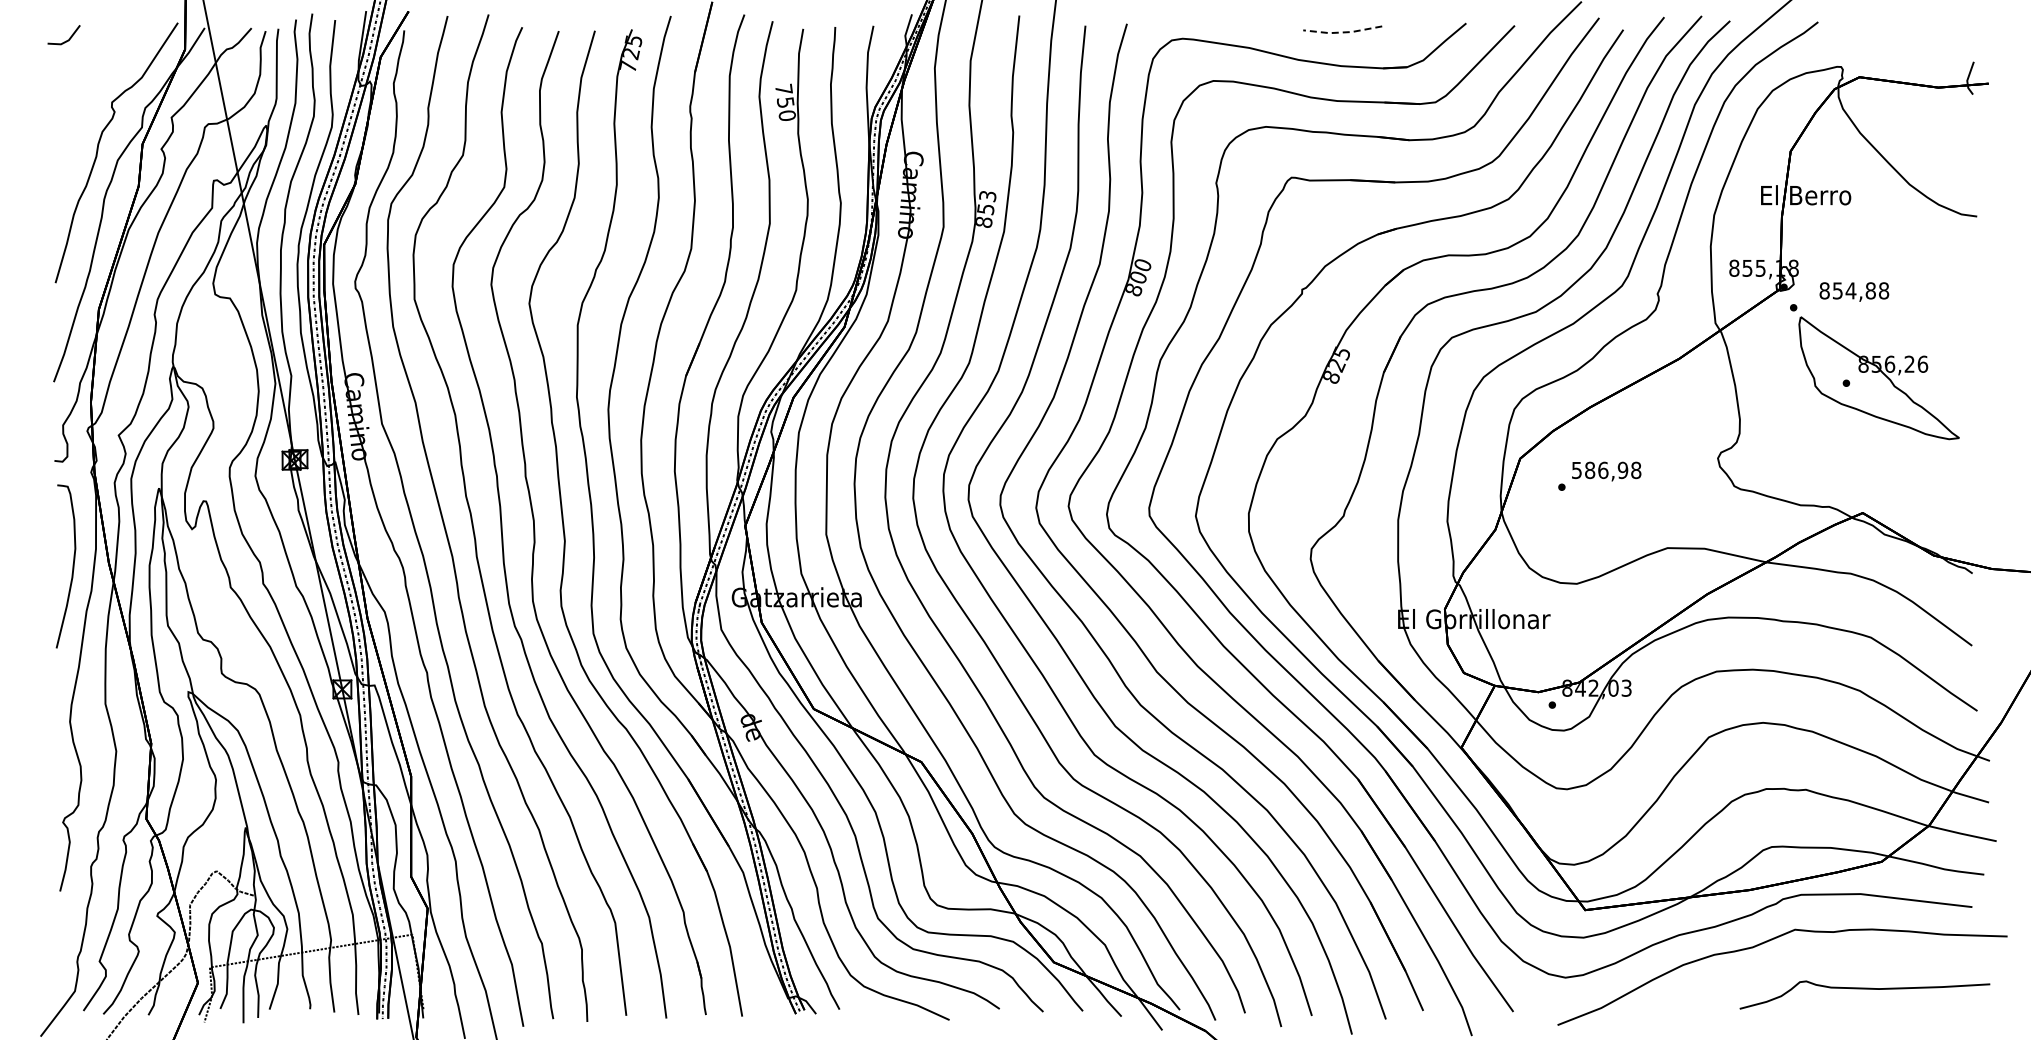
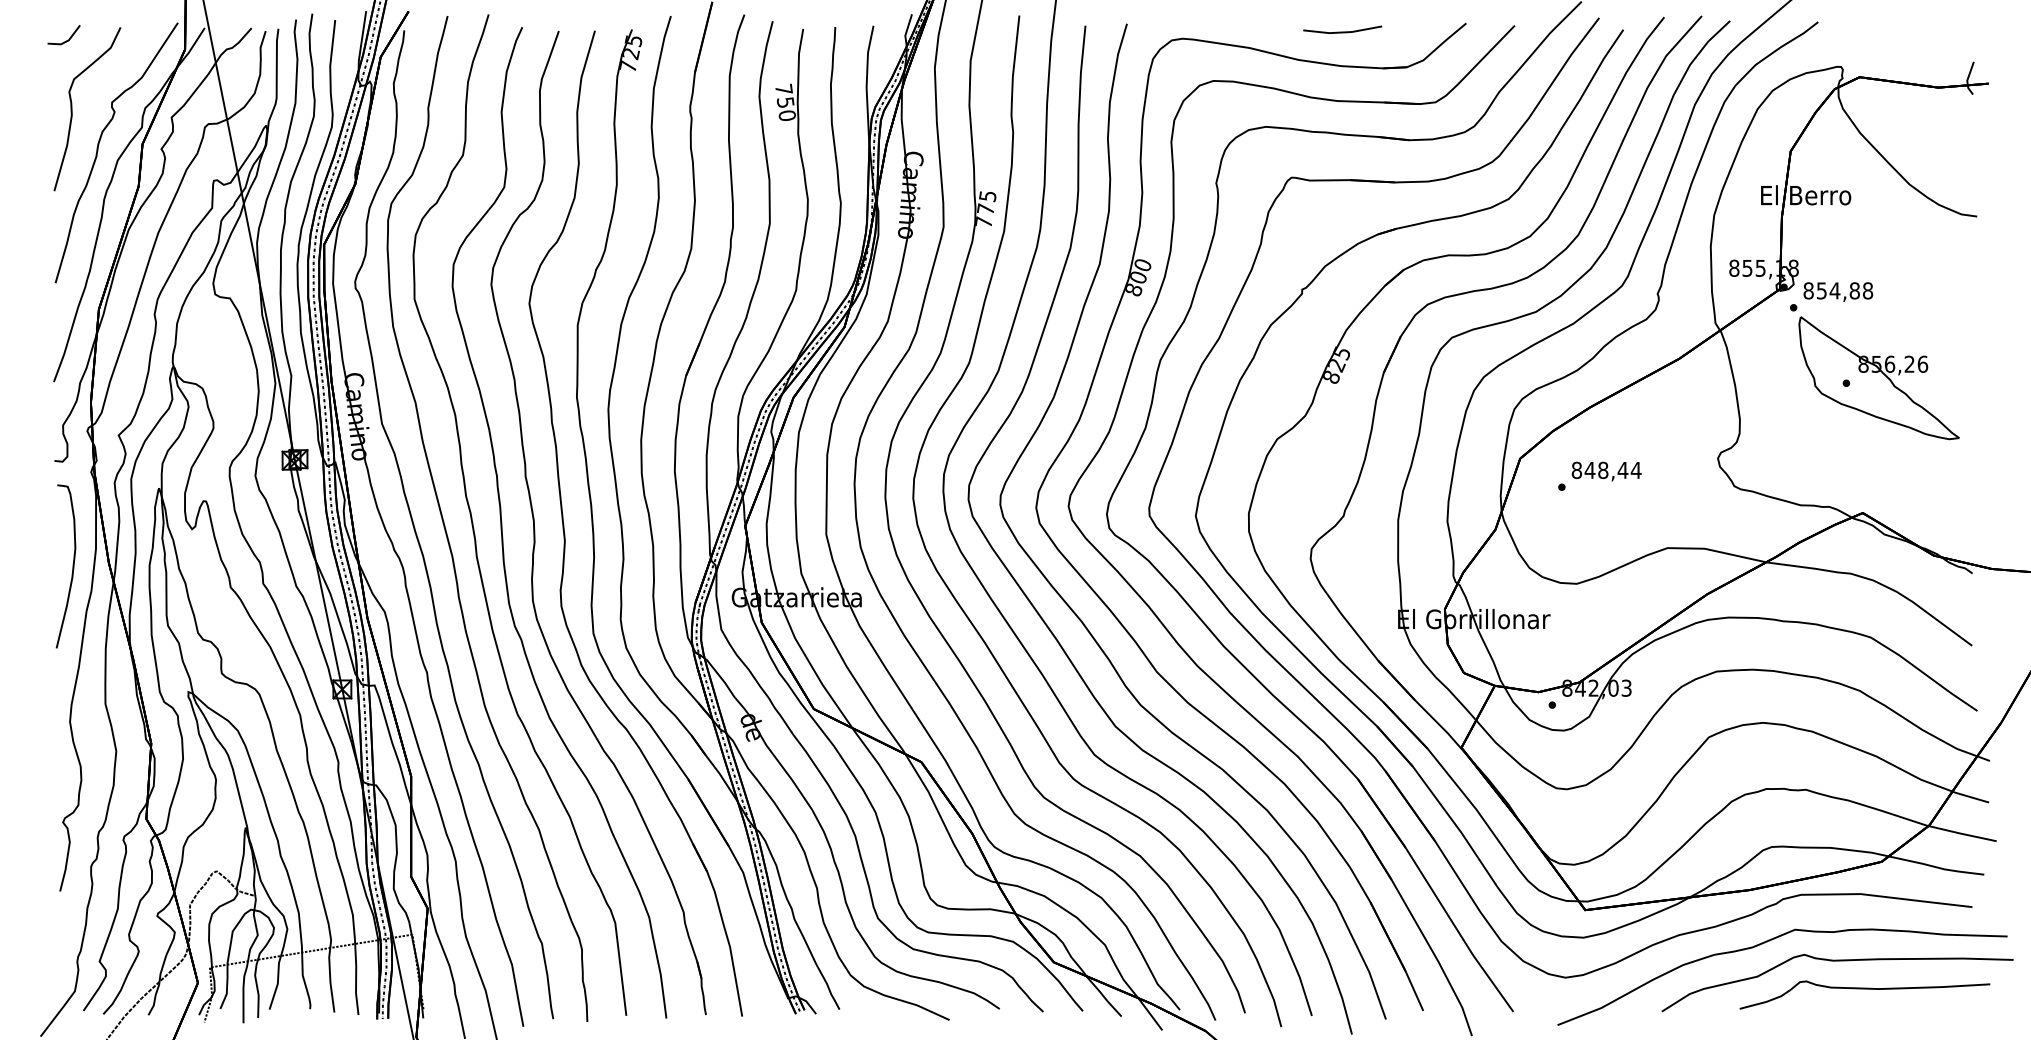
line at (1342, 32): dashed -> solid
curve at (72, 109): none -> present
text at (985, 209): 853 -> 775
text at (1854, 291) position: (1854, 291) -> (1838, 291)
text at (1606, 470): 586,98 -> 848,44
curve at (1837, 961): none -> present
